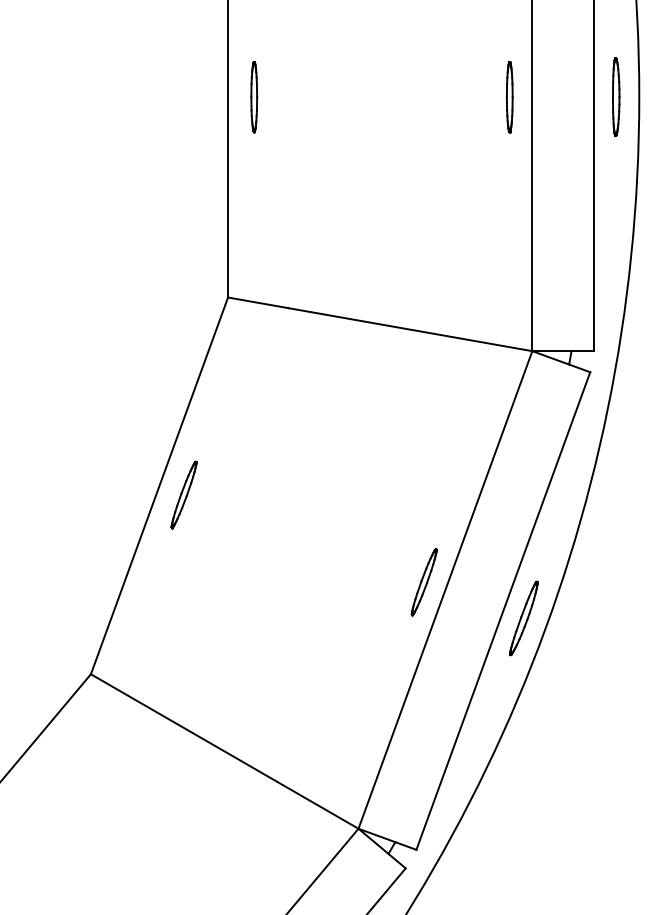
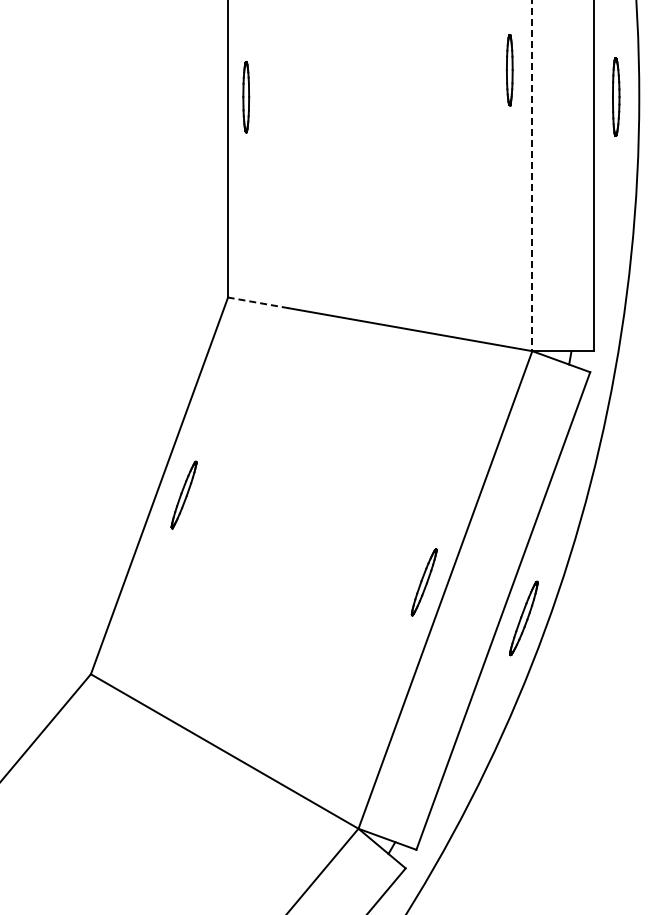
part at (254, 97) position: (254, 97) -> (246, 97)
part at (509, 97) position: (509, 97) -> (509, 70)
line at (532, 176): solid -> dashed
line at (258, 302): solid -> dashed
